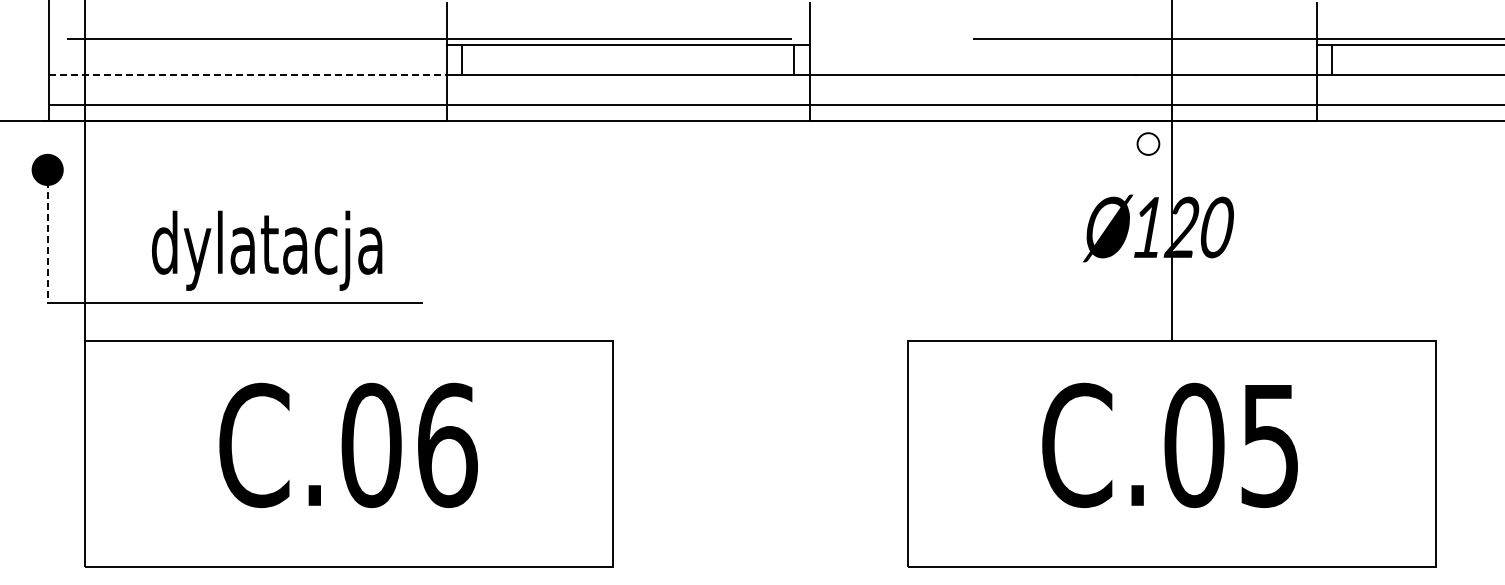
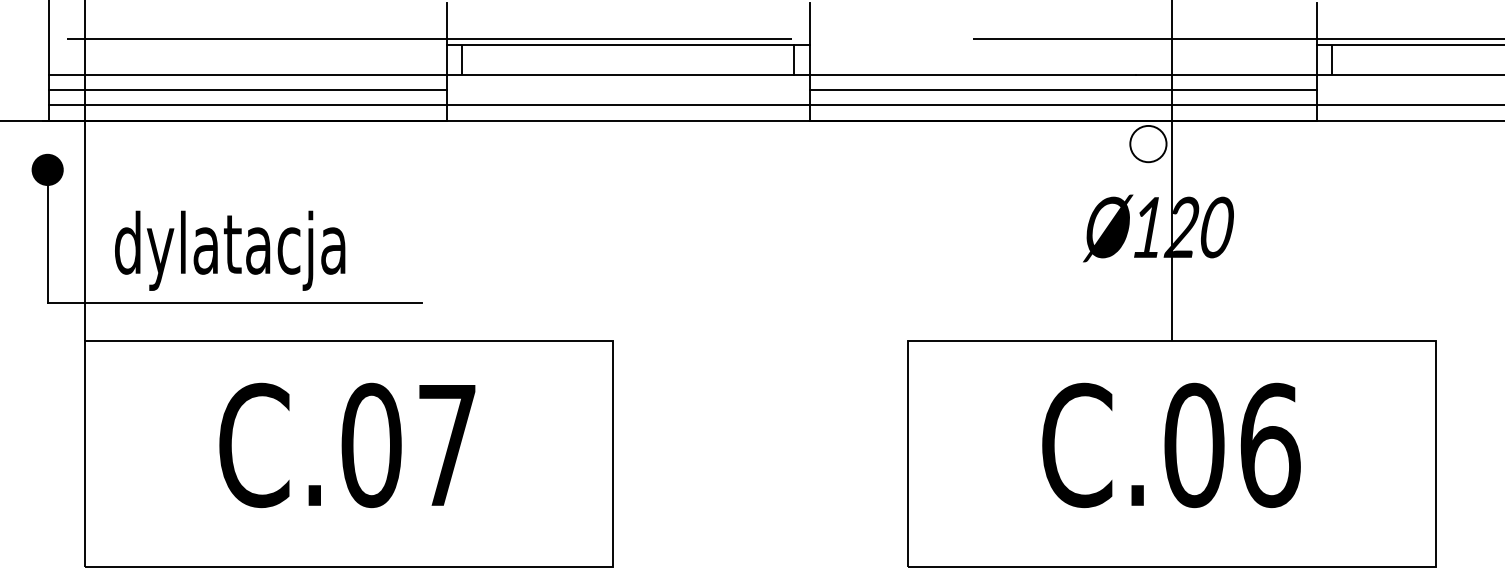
line at (248, 75): dashed -> solid
line at (247, 90): none -> present
line at (1062, 90): none -> present
circle at (1148, 143) diameter: 22 px -> 36 px
line at (47, 236): dashed -> solid
text at (267, 250) position: (267, 250) -> (230, 250)
text at (447, 445): C.06 -> C.07
text at (1270, 445): C.05 -> C.06
